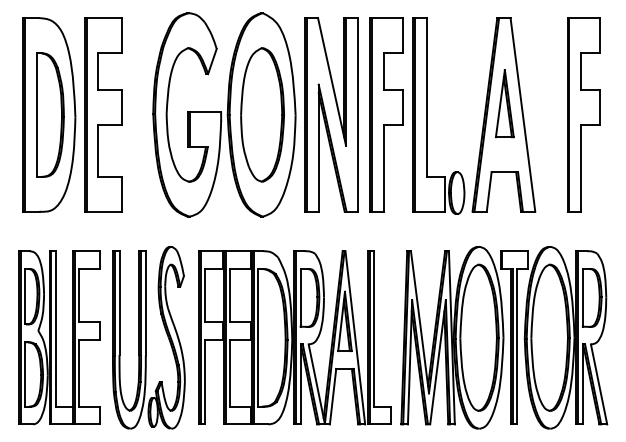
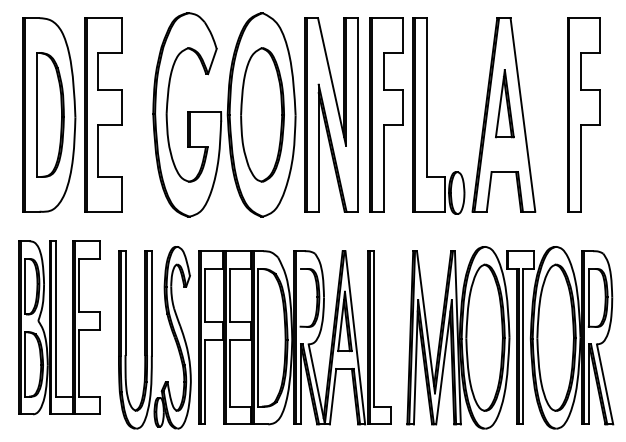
line at (300, 297): present -> none
part at (59, 337) position: (59, 337) -> (59, 327)
part at (148, 337) position: (148, 337) -> (154, 337)
part at (504, 337) position: (504, 337) -> (510, 337)
